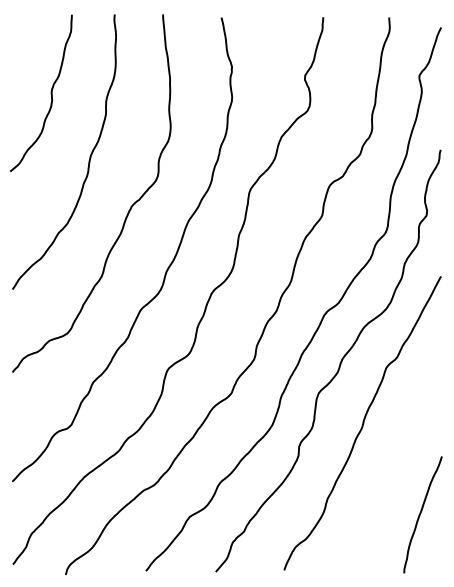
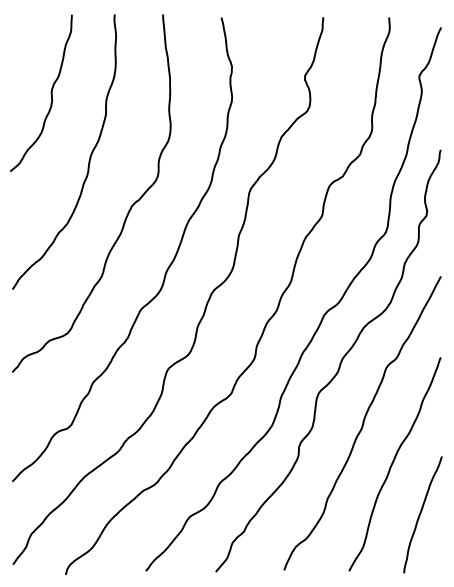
curve at (393, 463): none -> present
